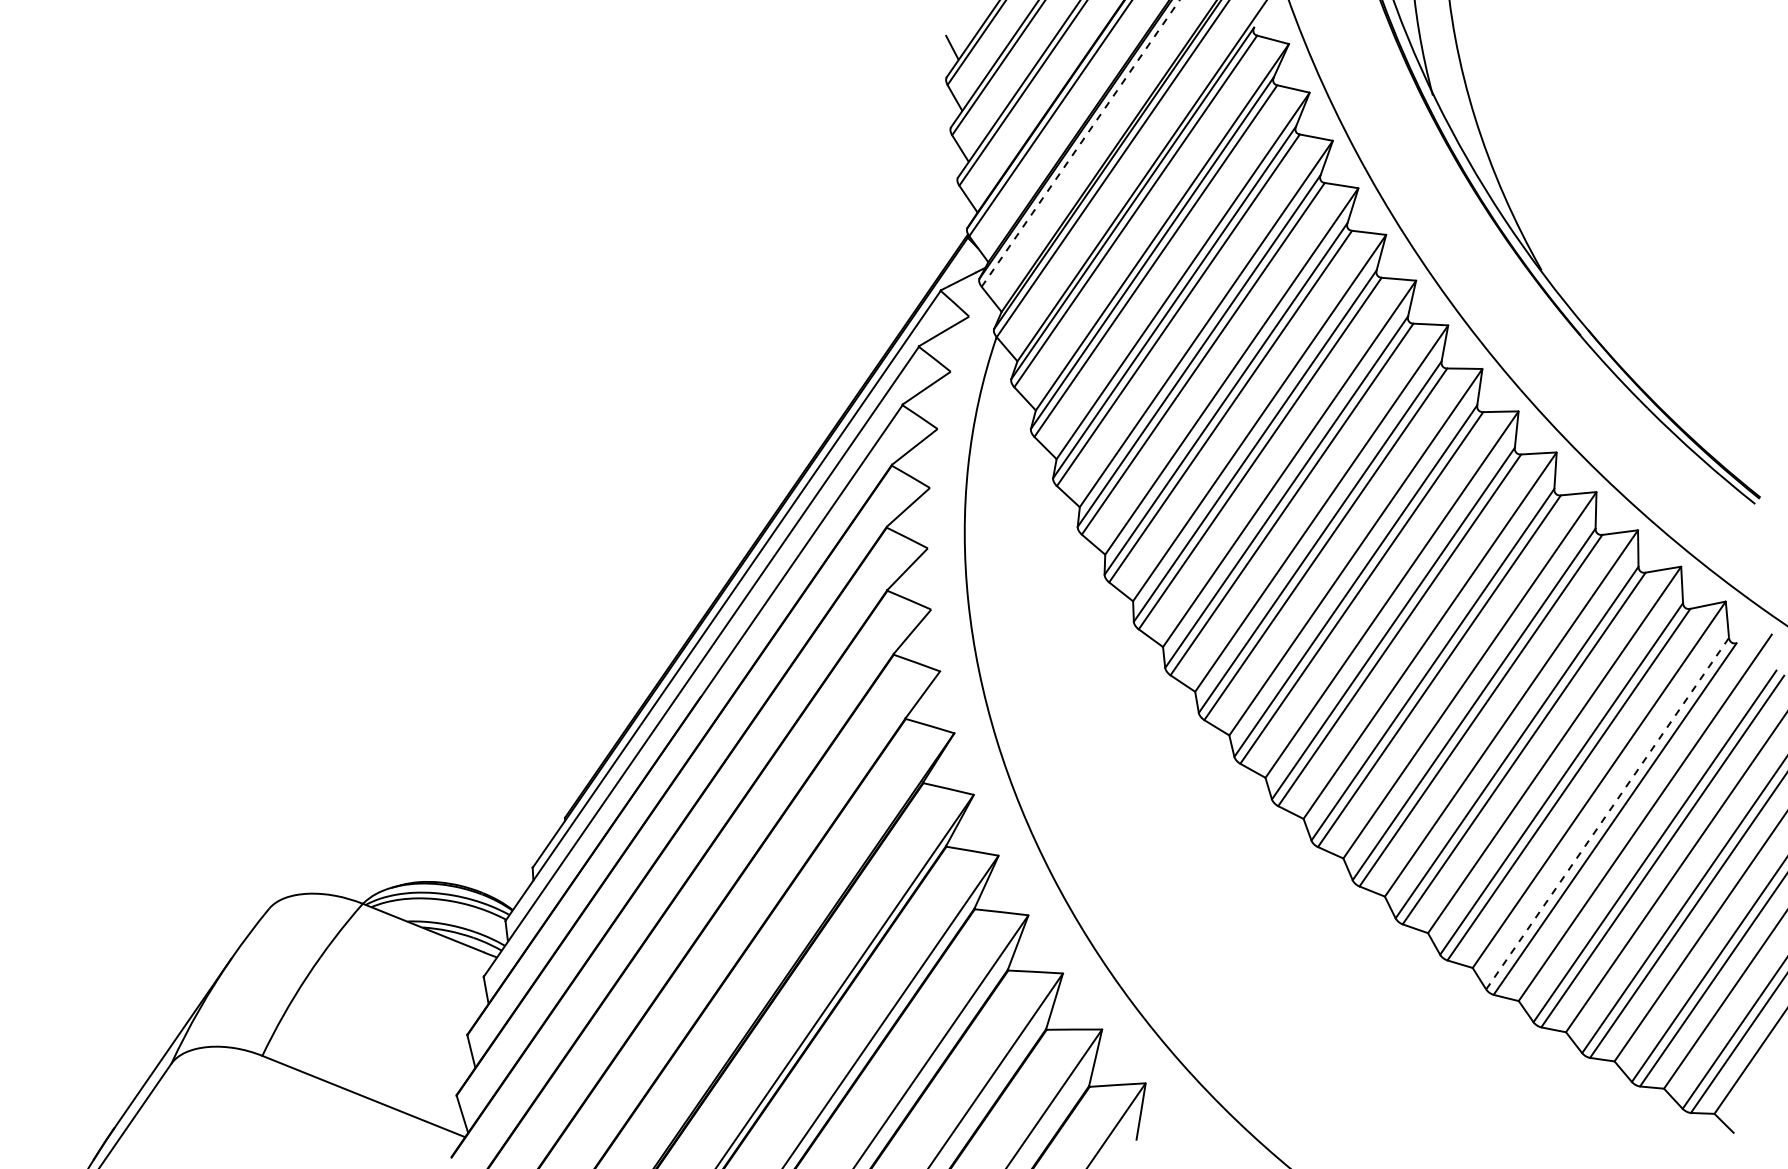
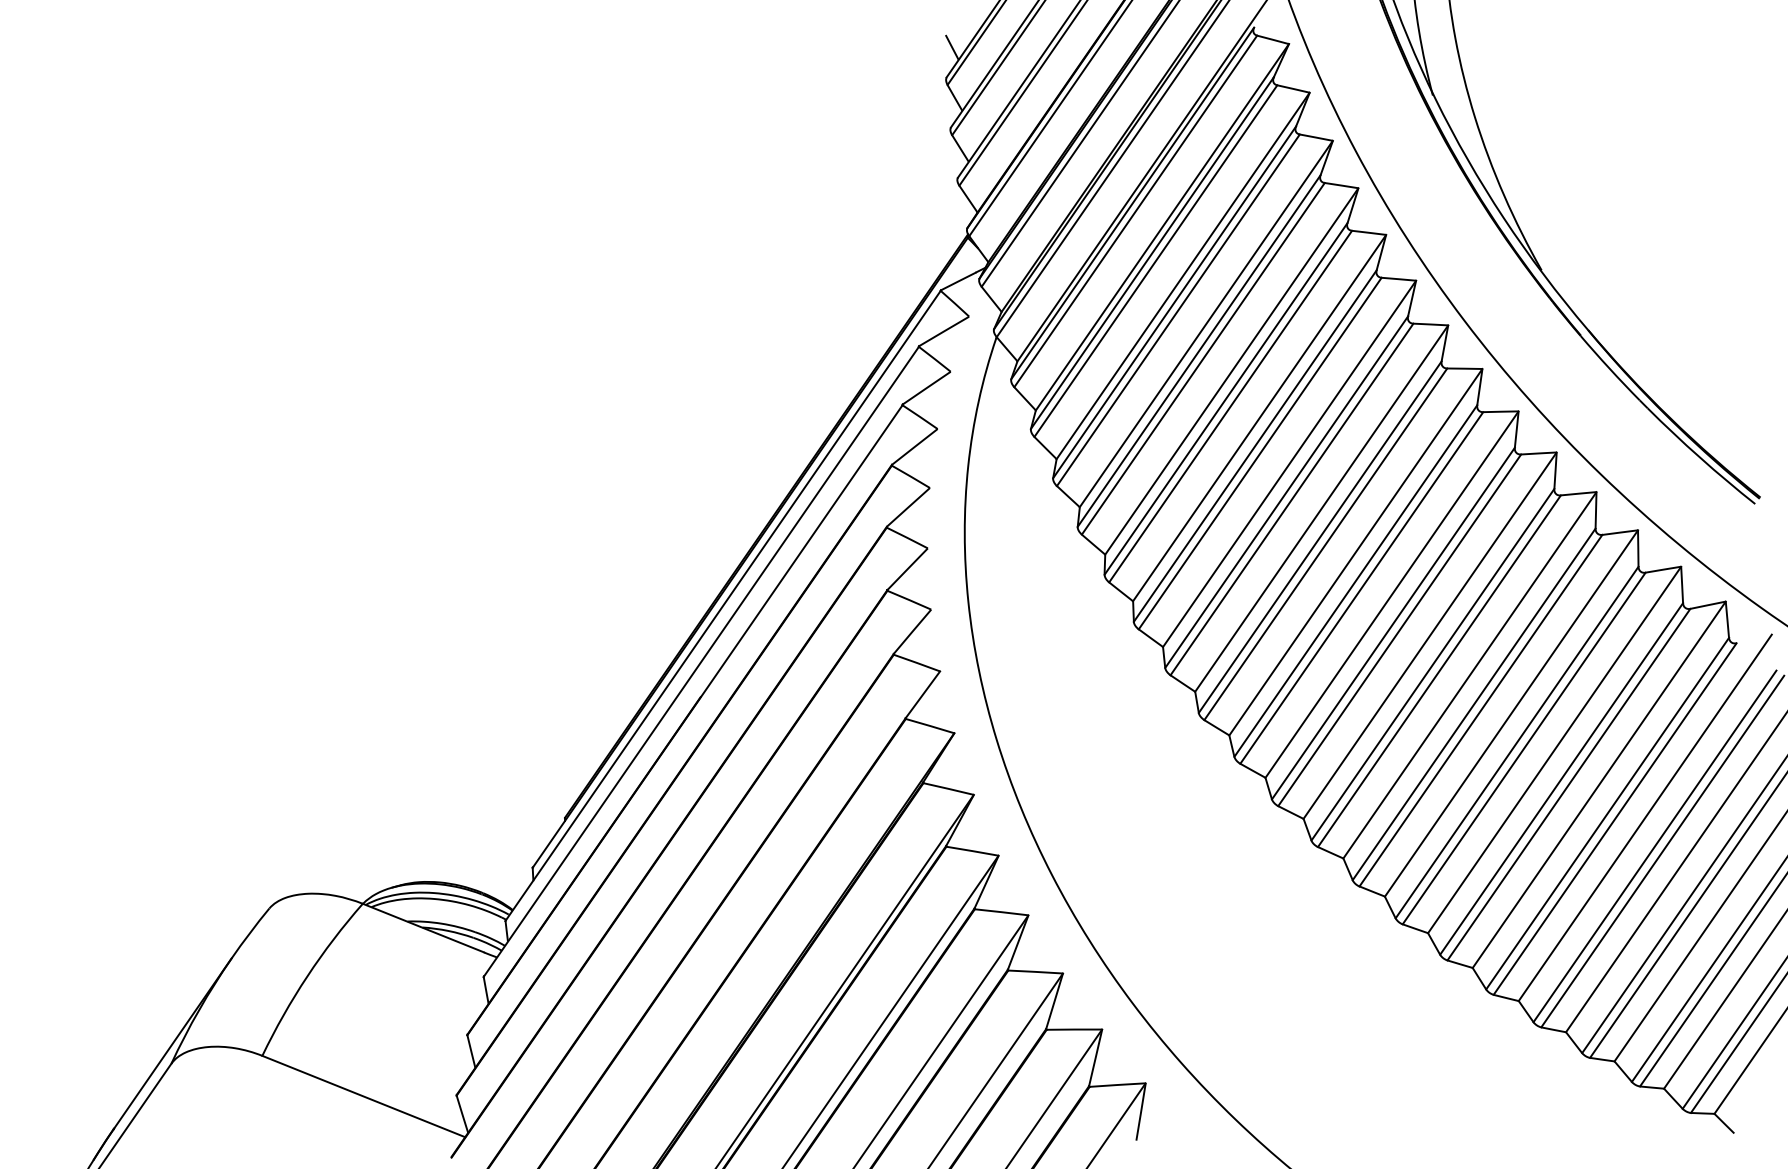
line at (1081, 143): dashed -> solid
line at (1607, 813): dashed -> solid
